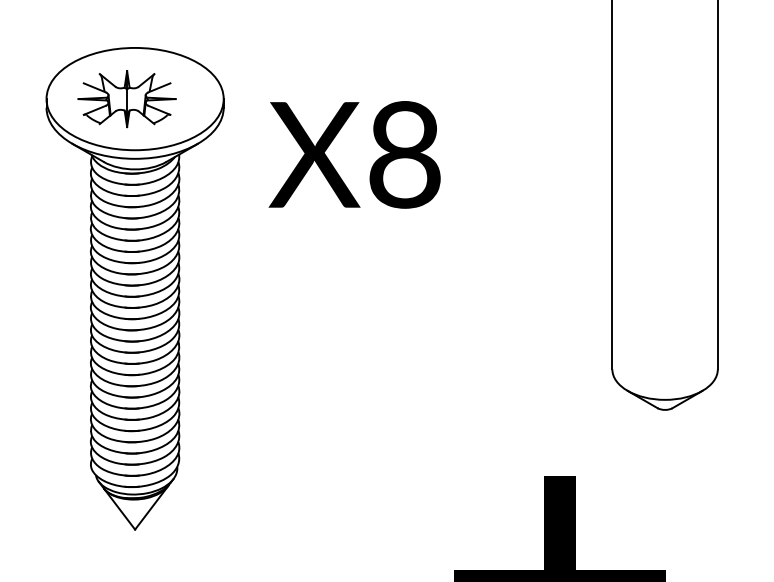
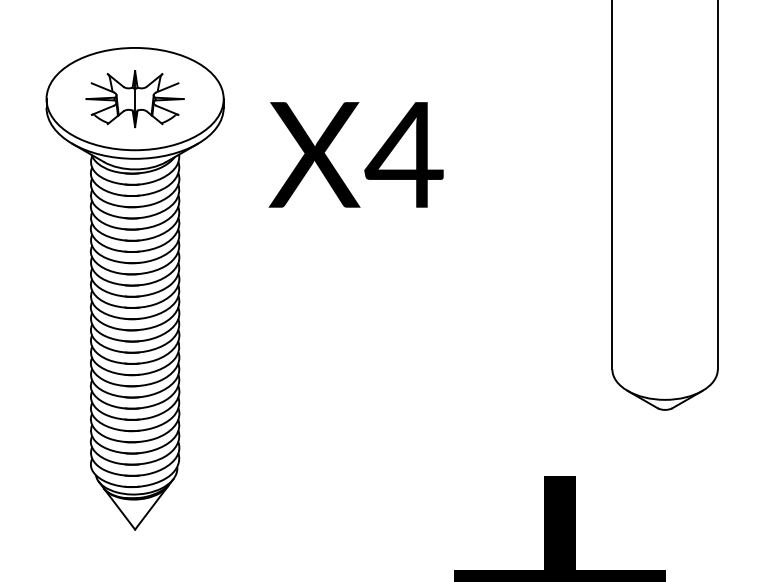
part at (126, 99) position: (126, 99) -> (134, 99)
text at (403, 154): X8 -> X4
